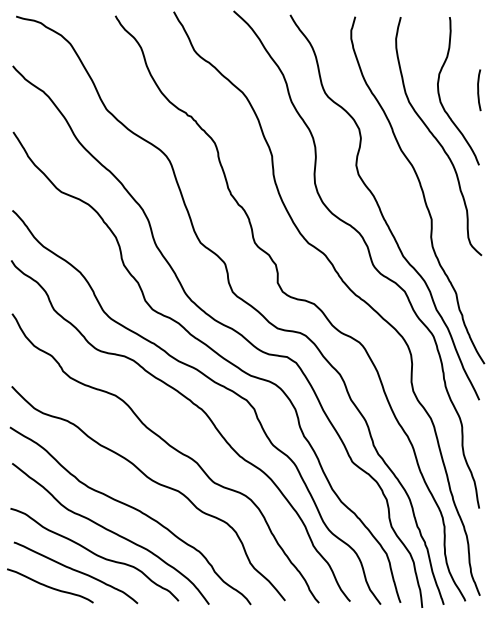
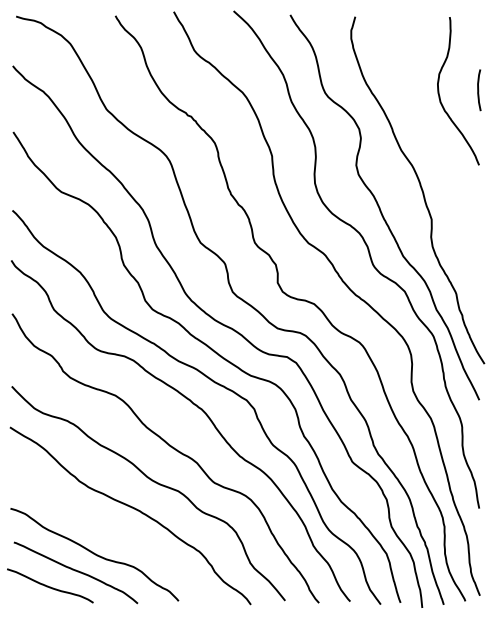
curve at (436, 137): present -> none
curve at (110, 532): present -> none
